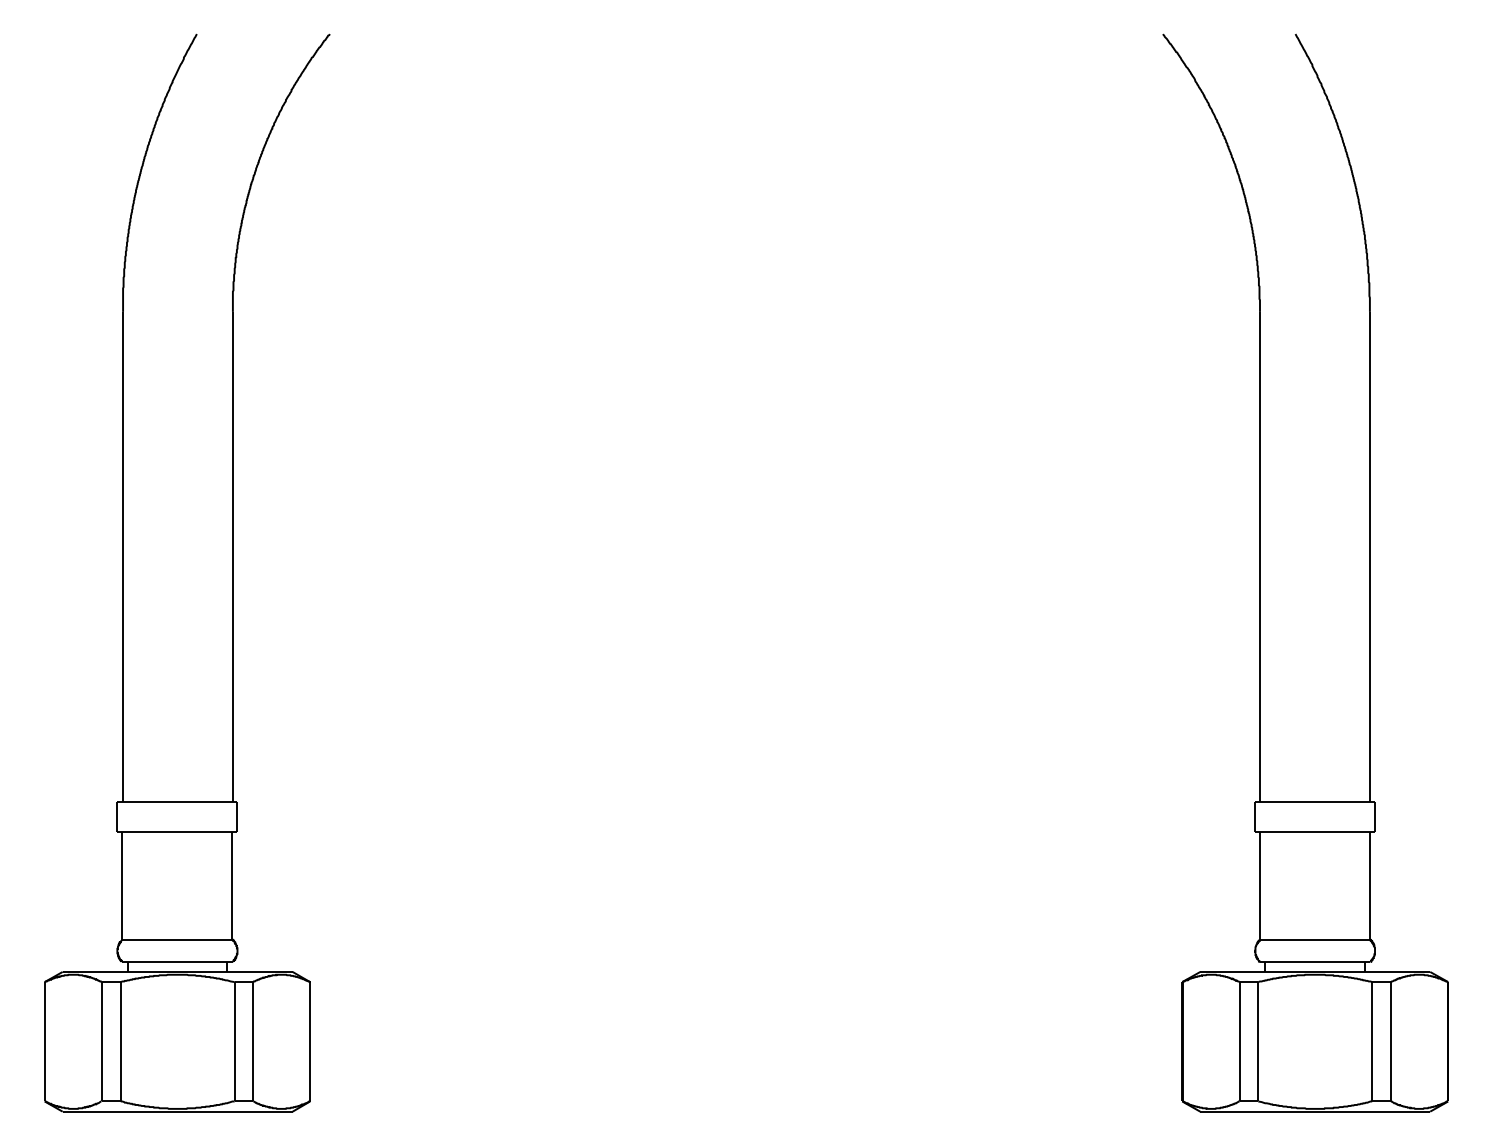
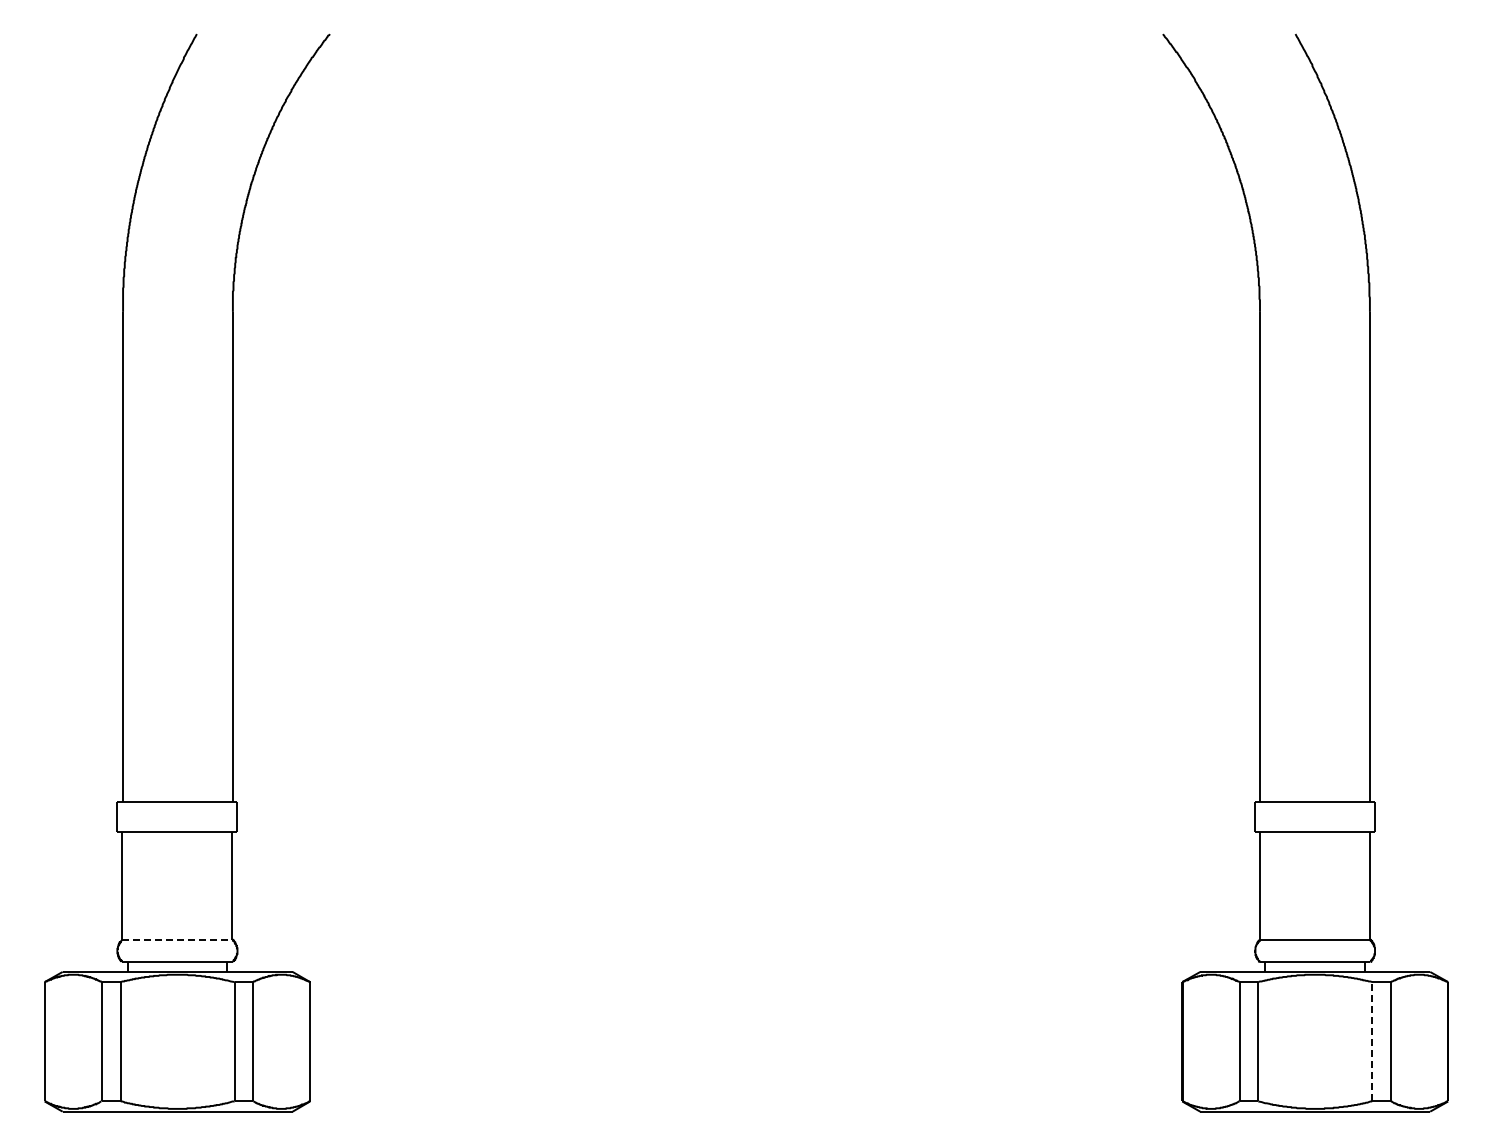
line at (177, 939): solid -> dashed
line at (1372, 1041): solid -> dashed
